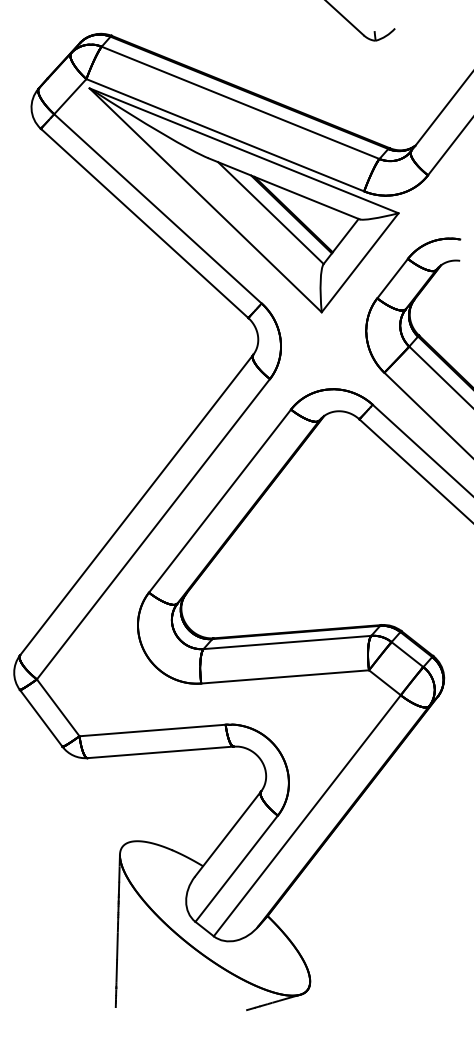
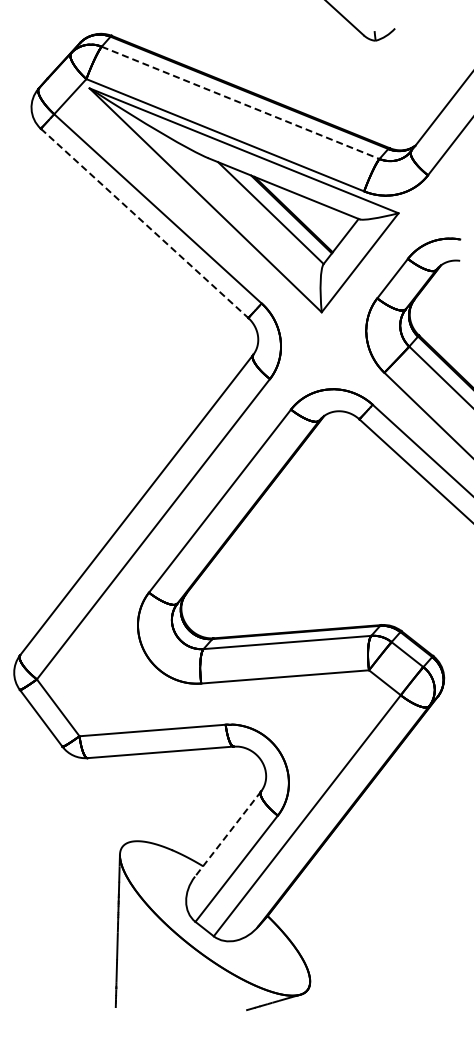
line at (240, 102): solid -> dashed
line at (144, 223): solid -> dashed
line at (228, 833): solid -> dashed
